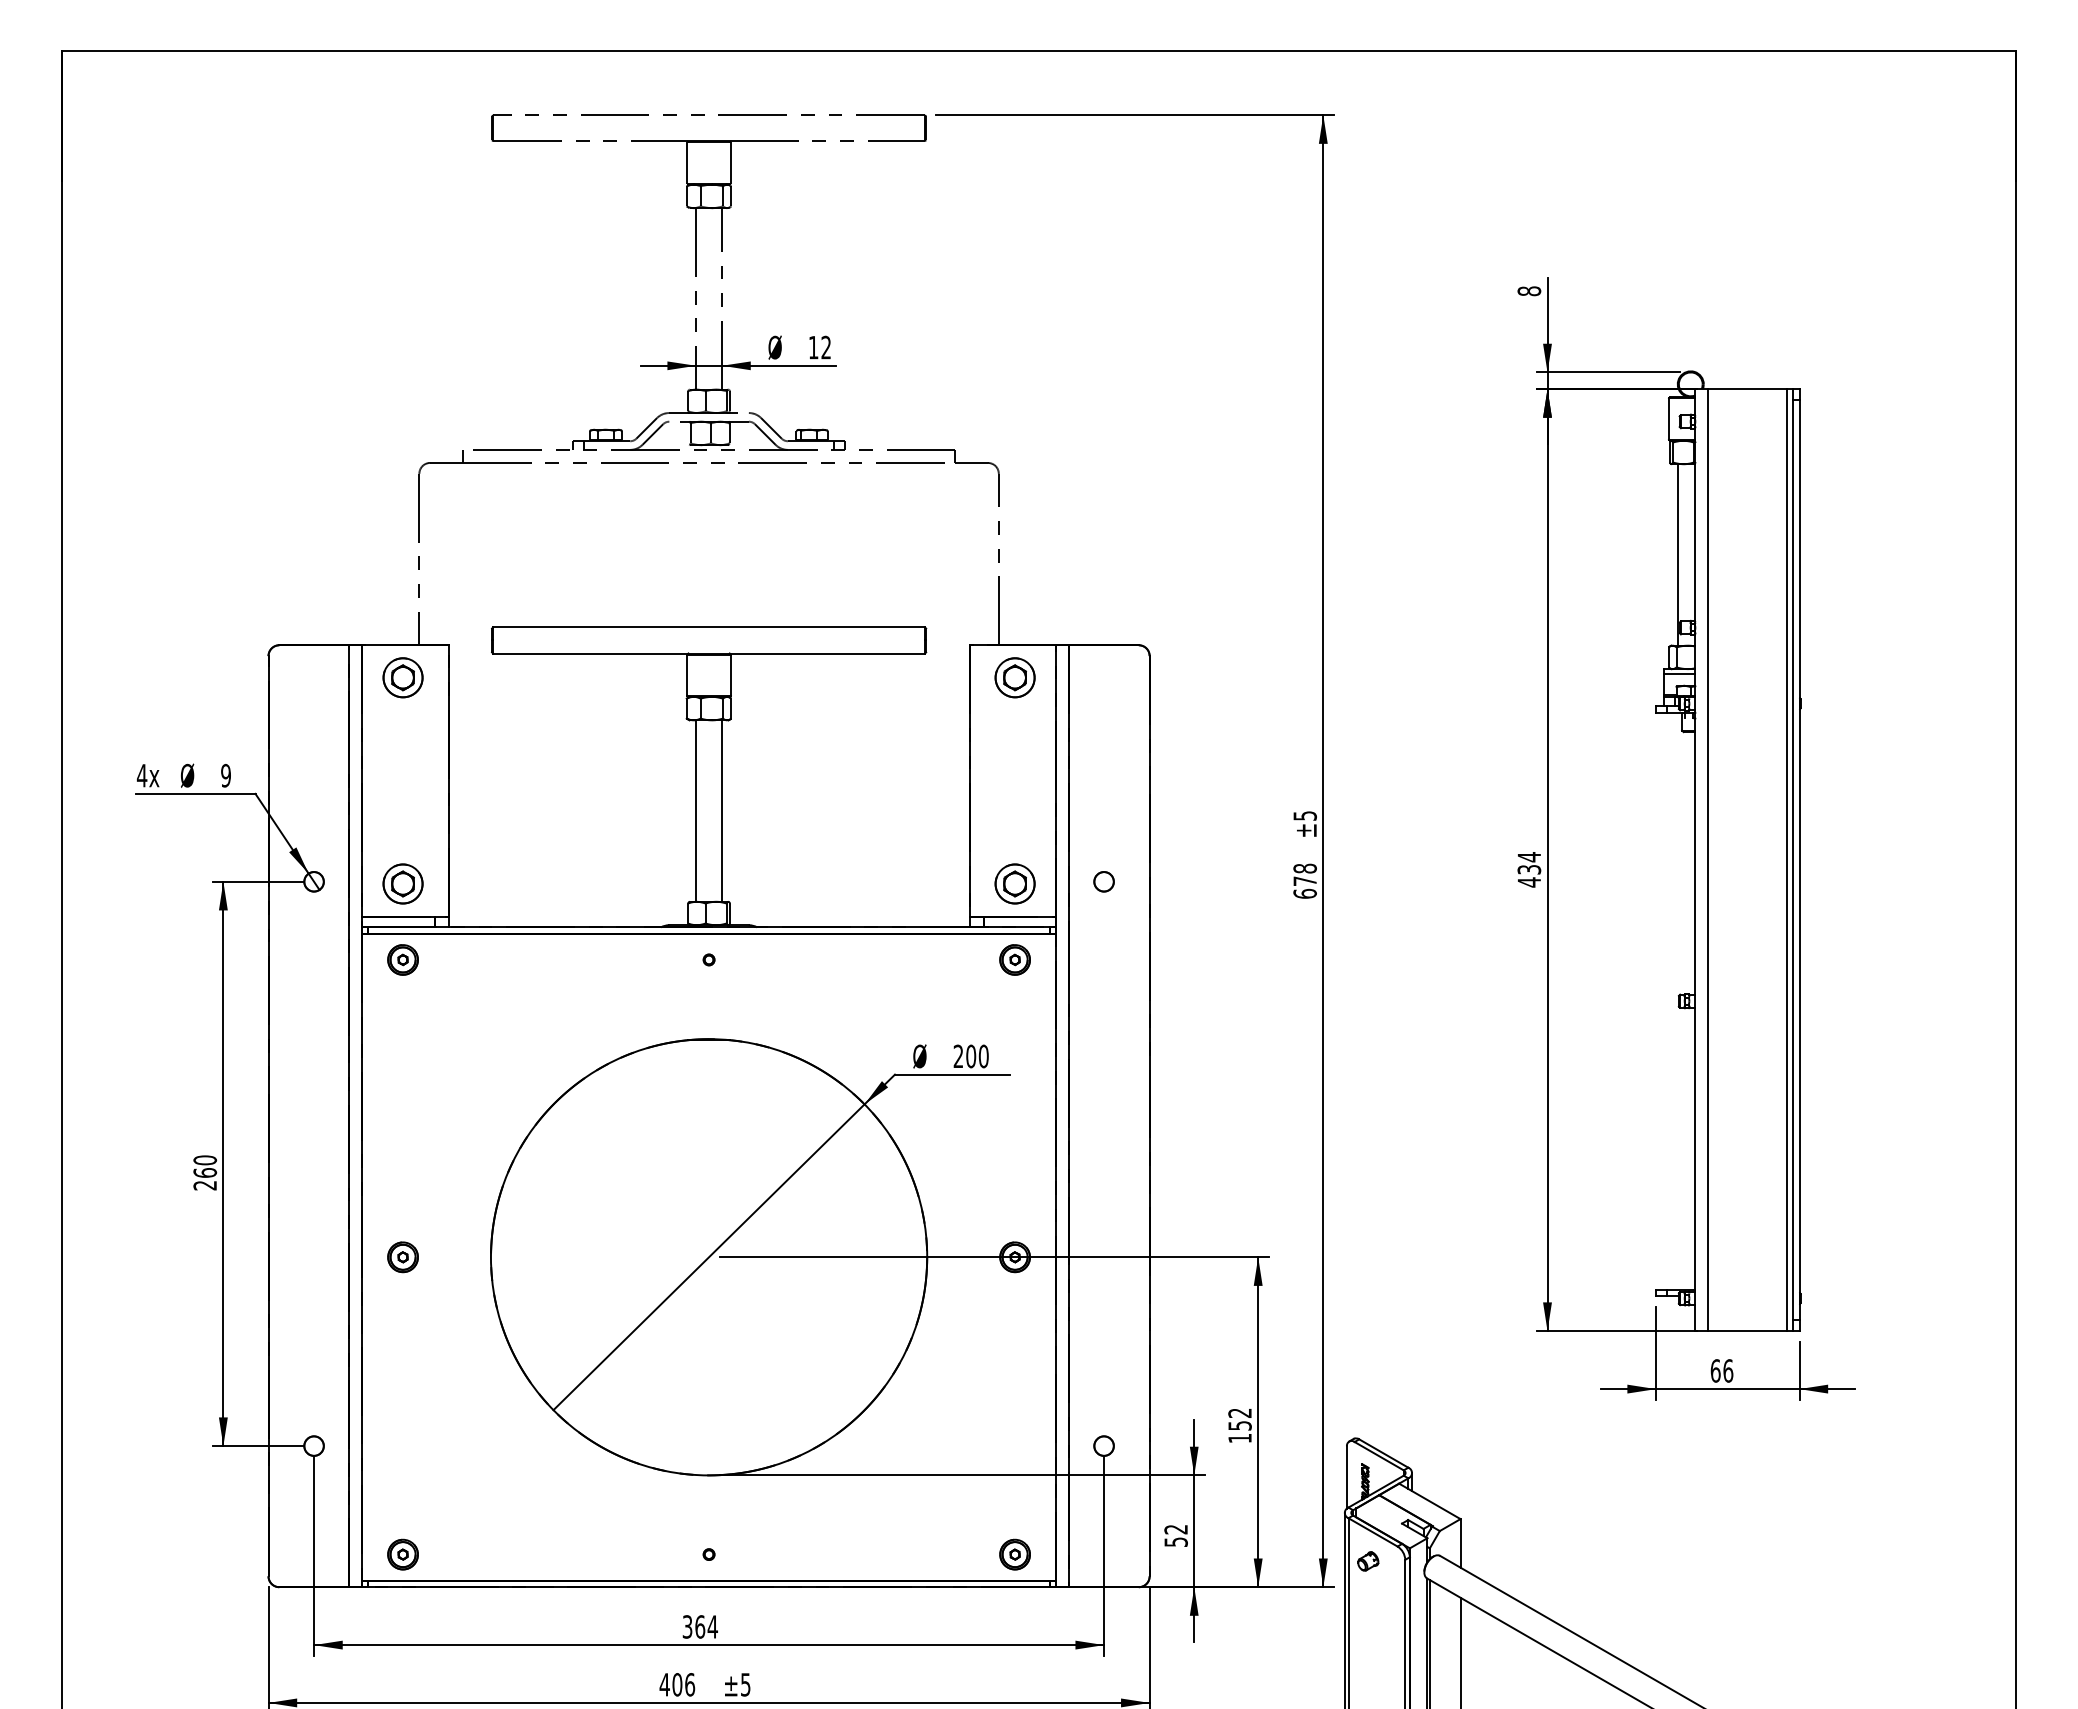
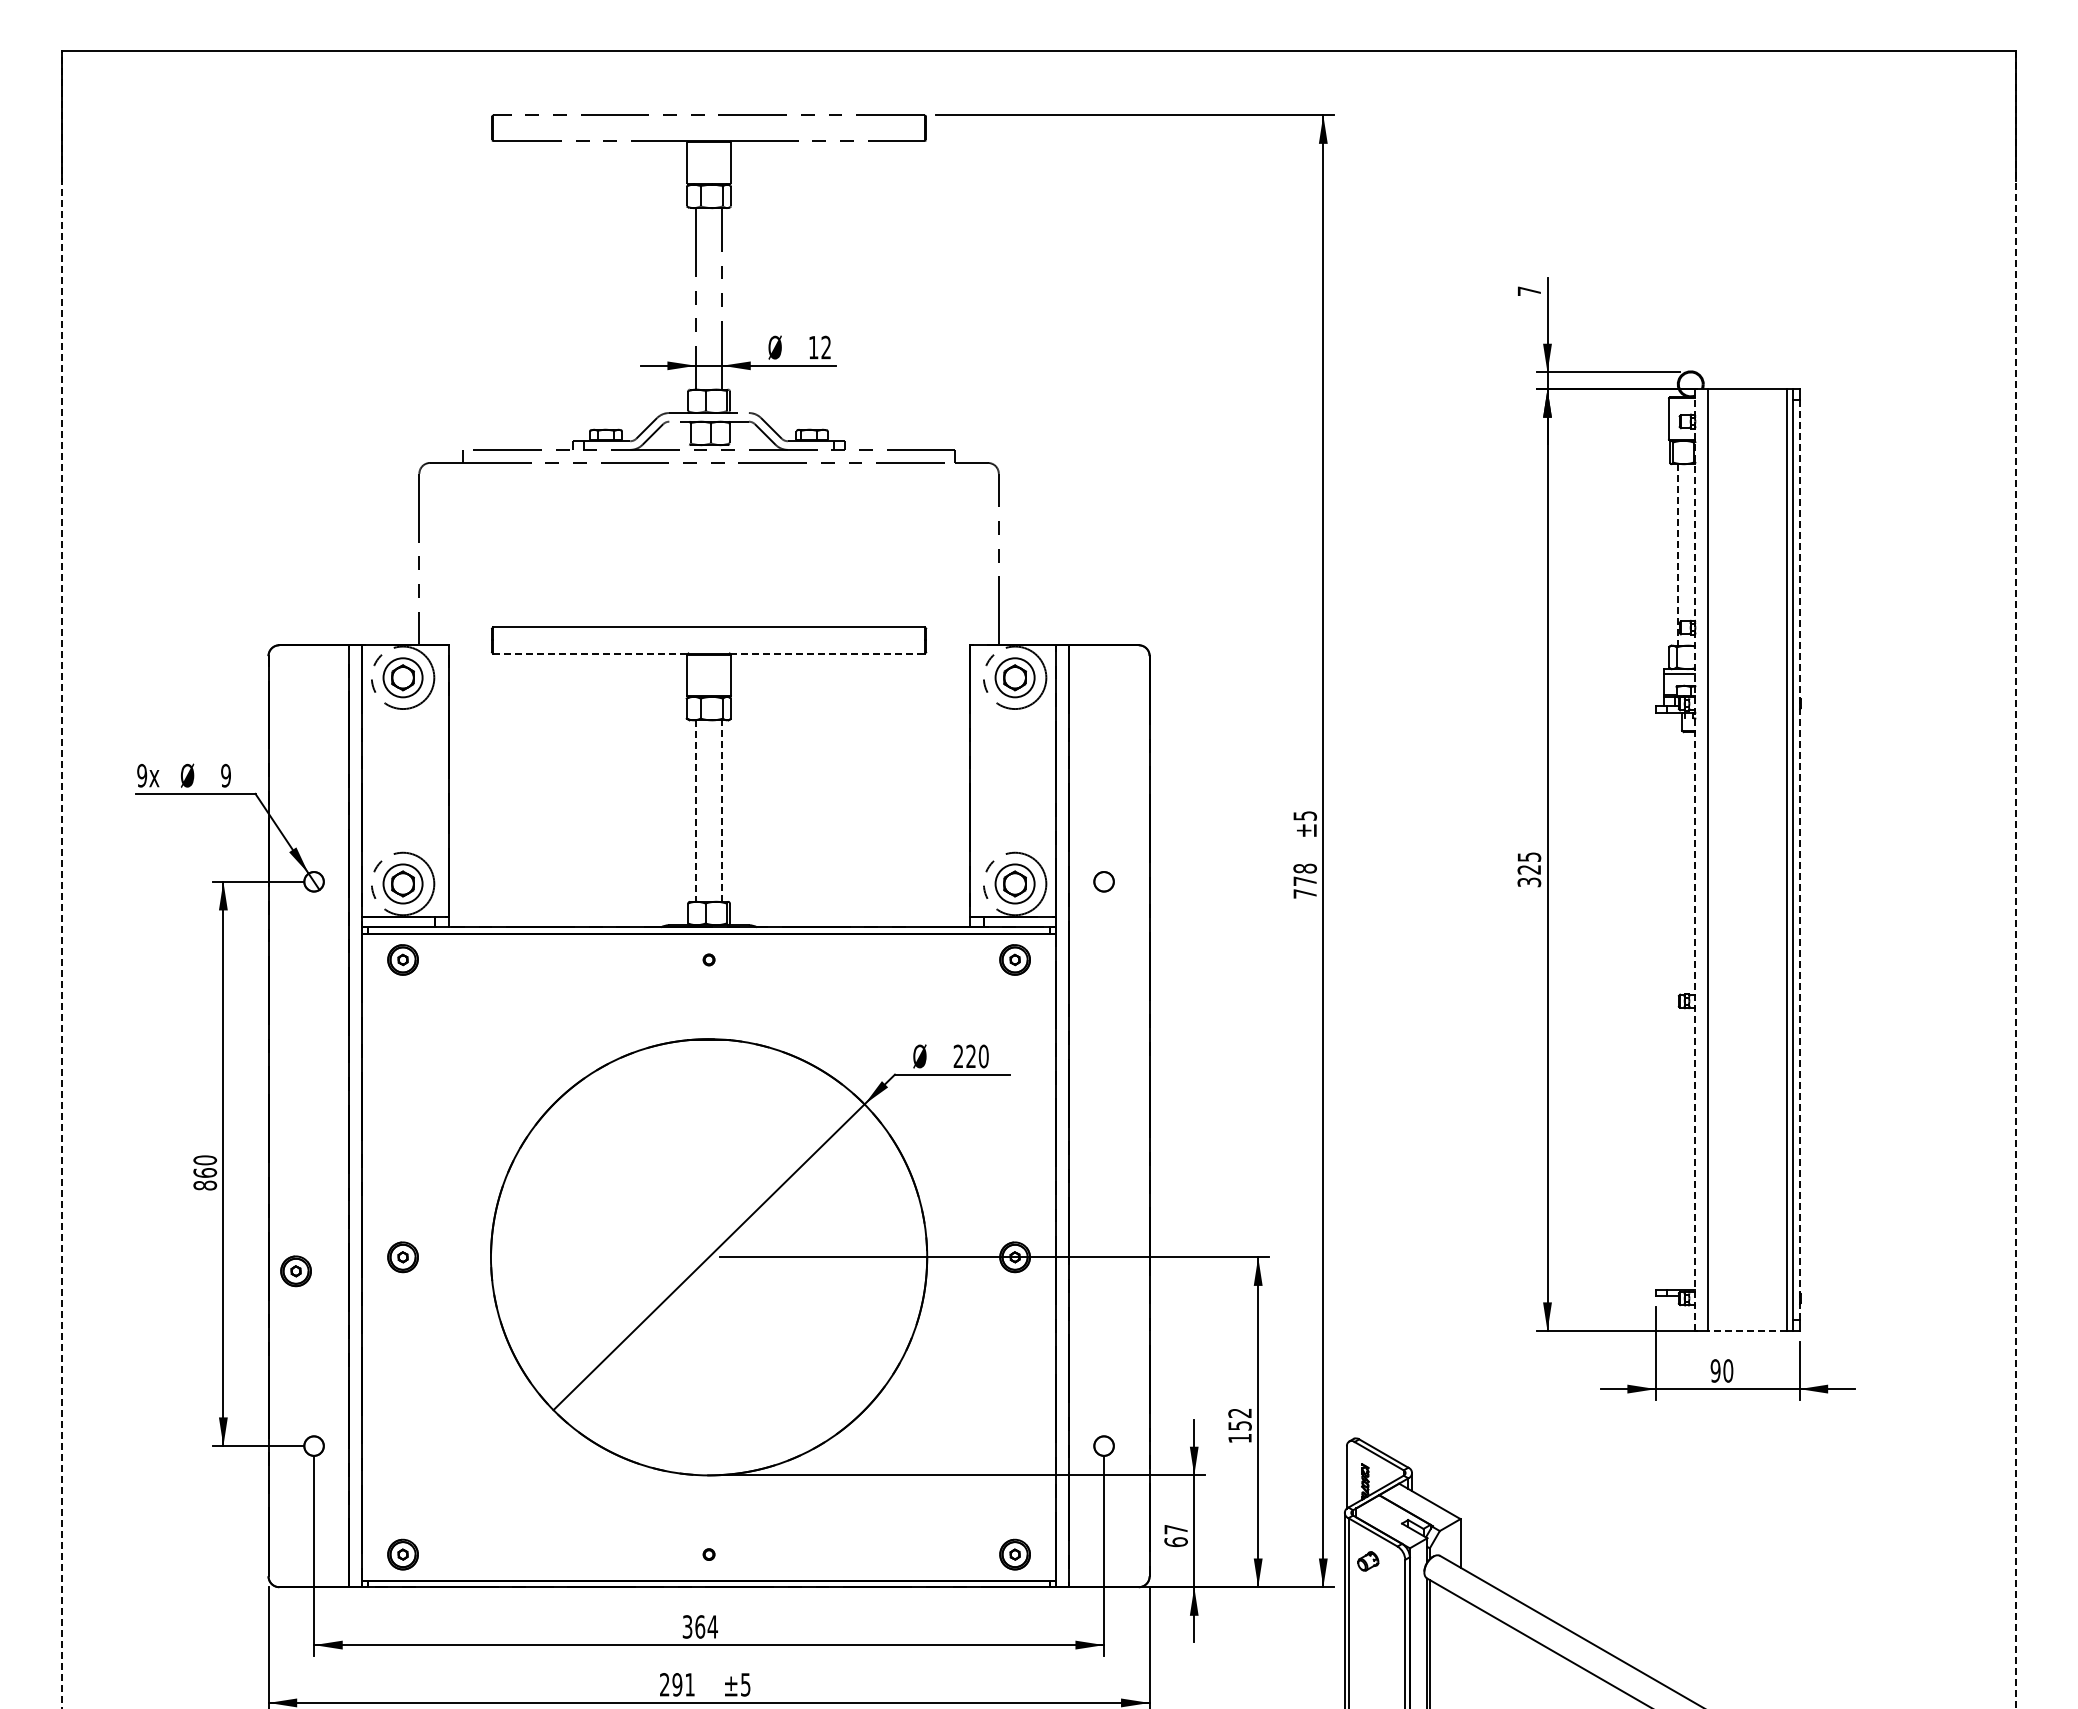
text at (1529, 291): 8 -> 7
line at (1677, 554): solid -> dashed
line at (590, 653): solid -> dashed
line at (827, 653): solid -> dashed
circle at (402, 677) diameter: 39 px -> 63 px
circle at (1014, 677) diameter: 39 px -> 63 px
text at (141, 775): 4x -> 9x
line at (696, 811): solid -> dashed
line at (722, 811): solid -> dashed
line at (1799, 859): solid -> dashed
line at (1695, 860): solid -> dashed
text at (1529, 869): 434 -> 325
line at (62, 879): solid -> dashed
line at (2015, 880): solid -> dashed
circle at (402, 883) diameter: 39 px -> 63 px
circle at (1014, 883) diameter: 39 px -> 63 px
text at (1304, 893): 678 -> 778
text at (971, 1056): 200 -> 220
text at (205, 1185): 260 -> 860
part at (295, 1271): none -> present
line at (1746, 1331): solid -> dashed
text at (1721, 1370): 66 -> 90
text at (1175, 1536): 52 -> 67
line at (1460, 1651): present -> none
text at (677, 1684): 406 -> 291
